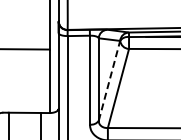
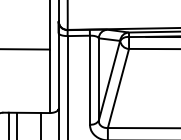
line at (109, 81): dashed -> solid
line at (17, 124): none -> present
